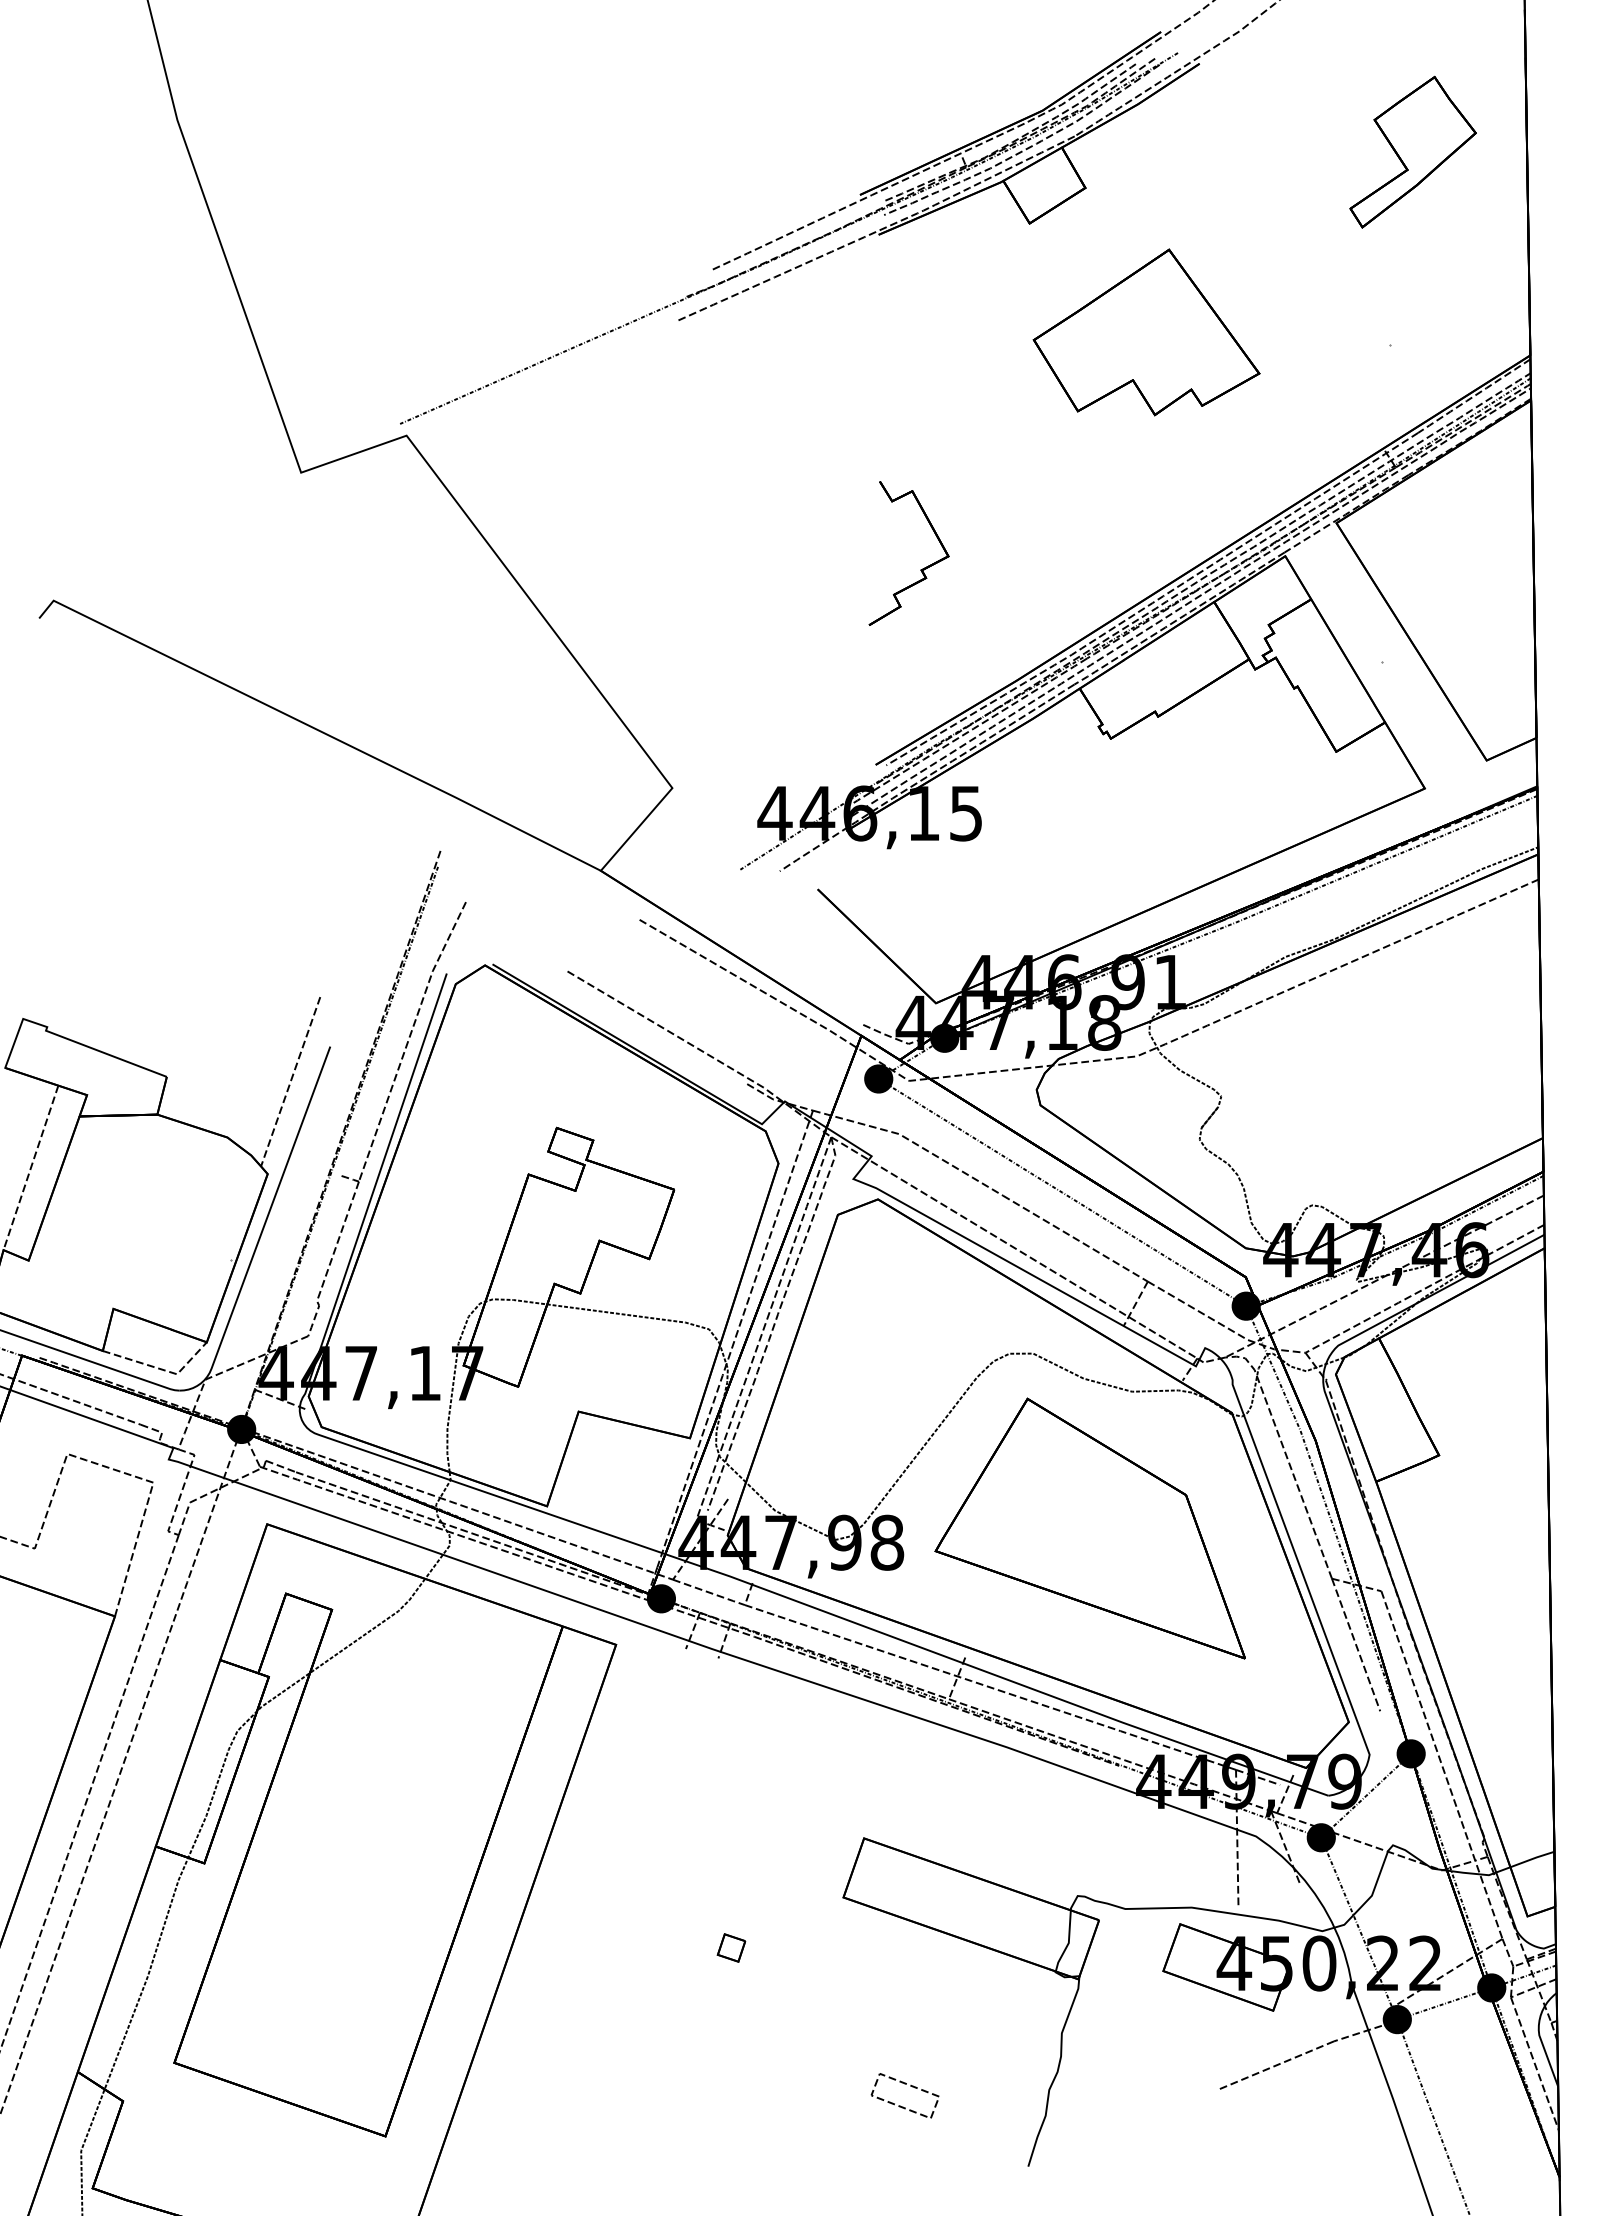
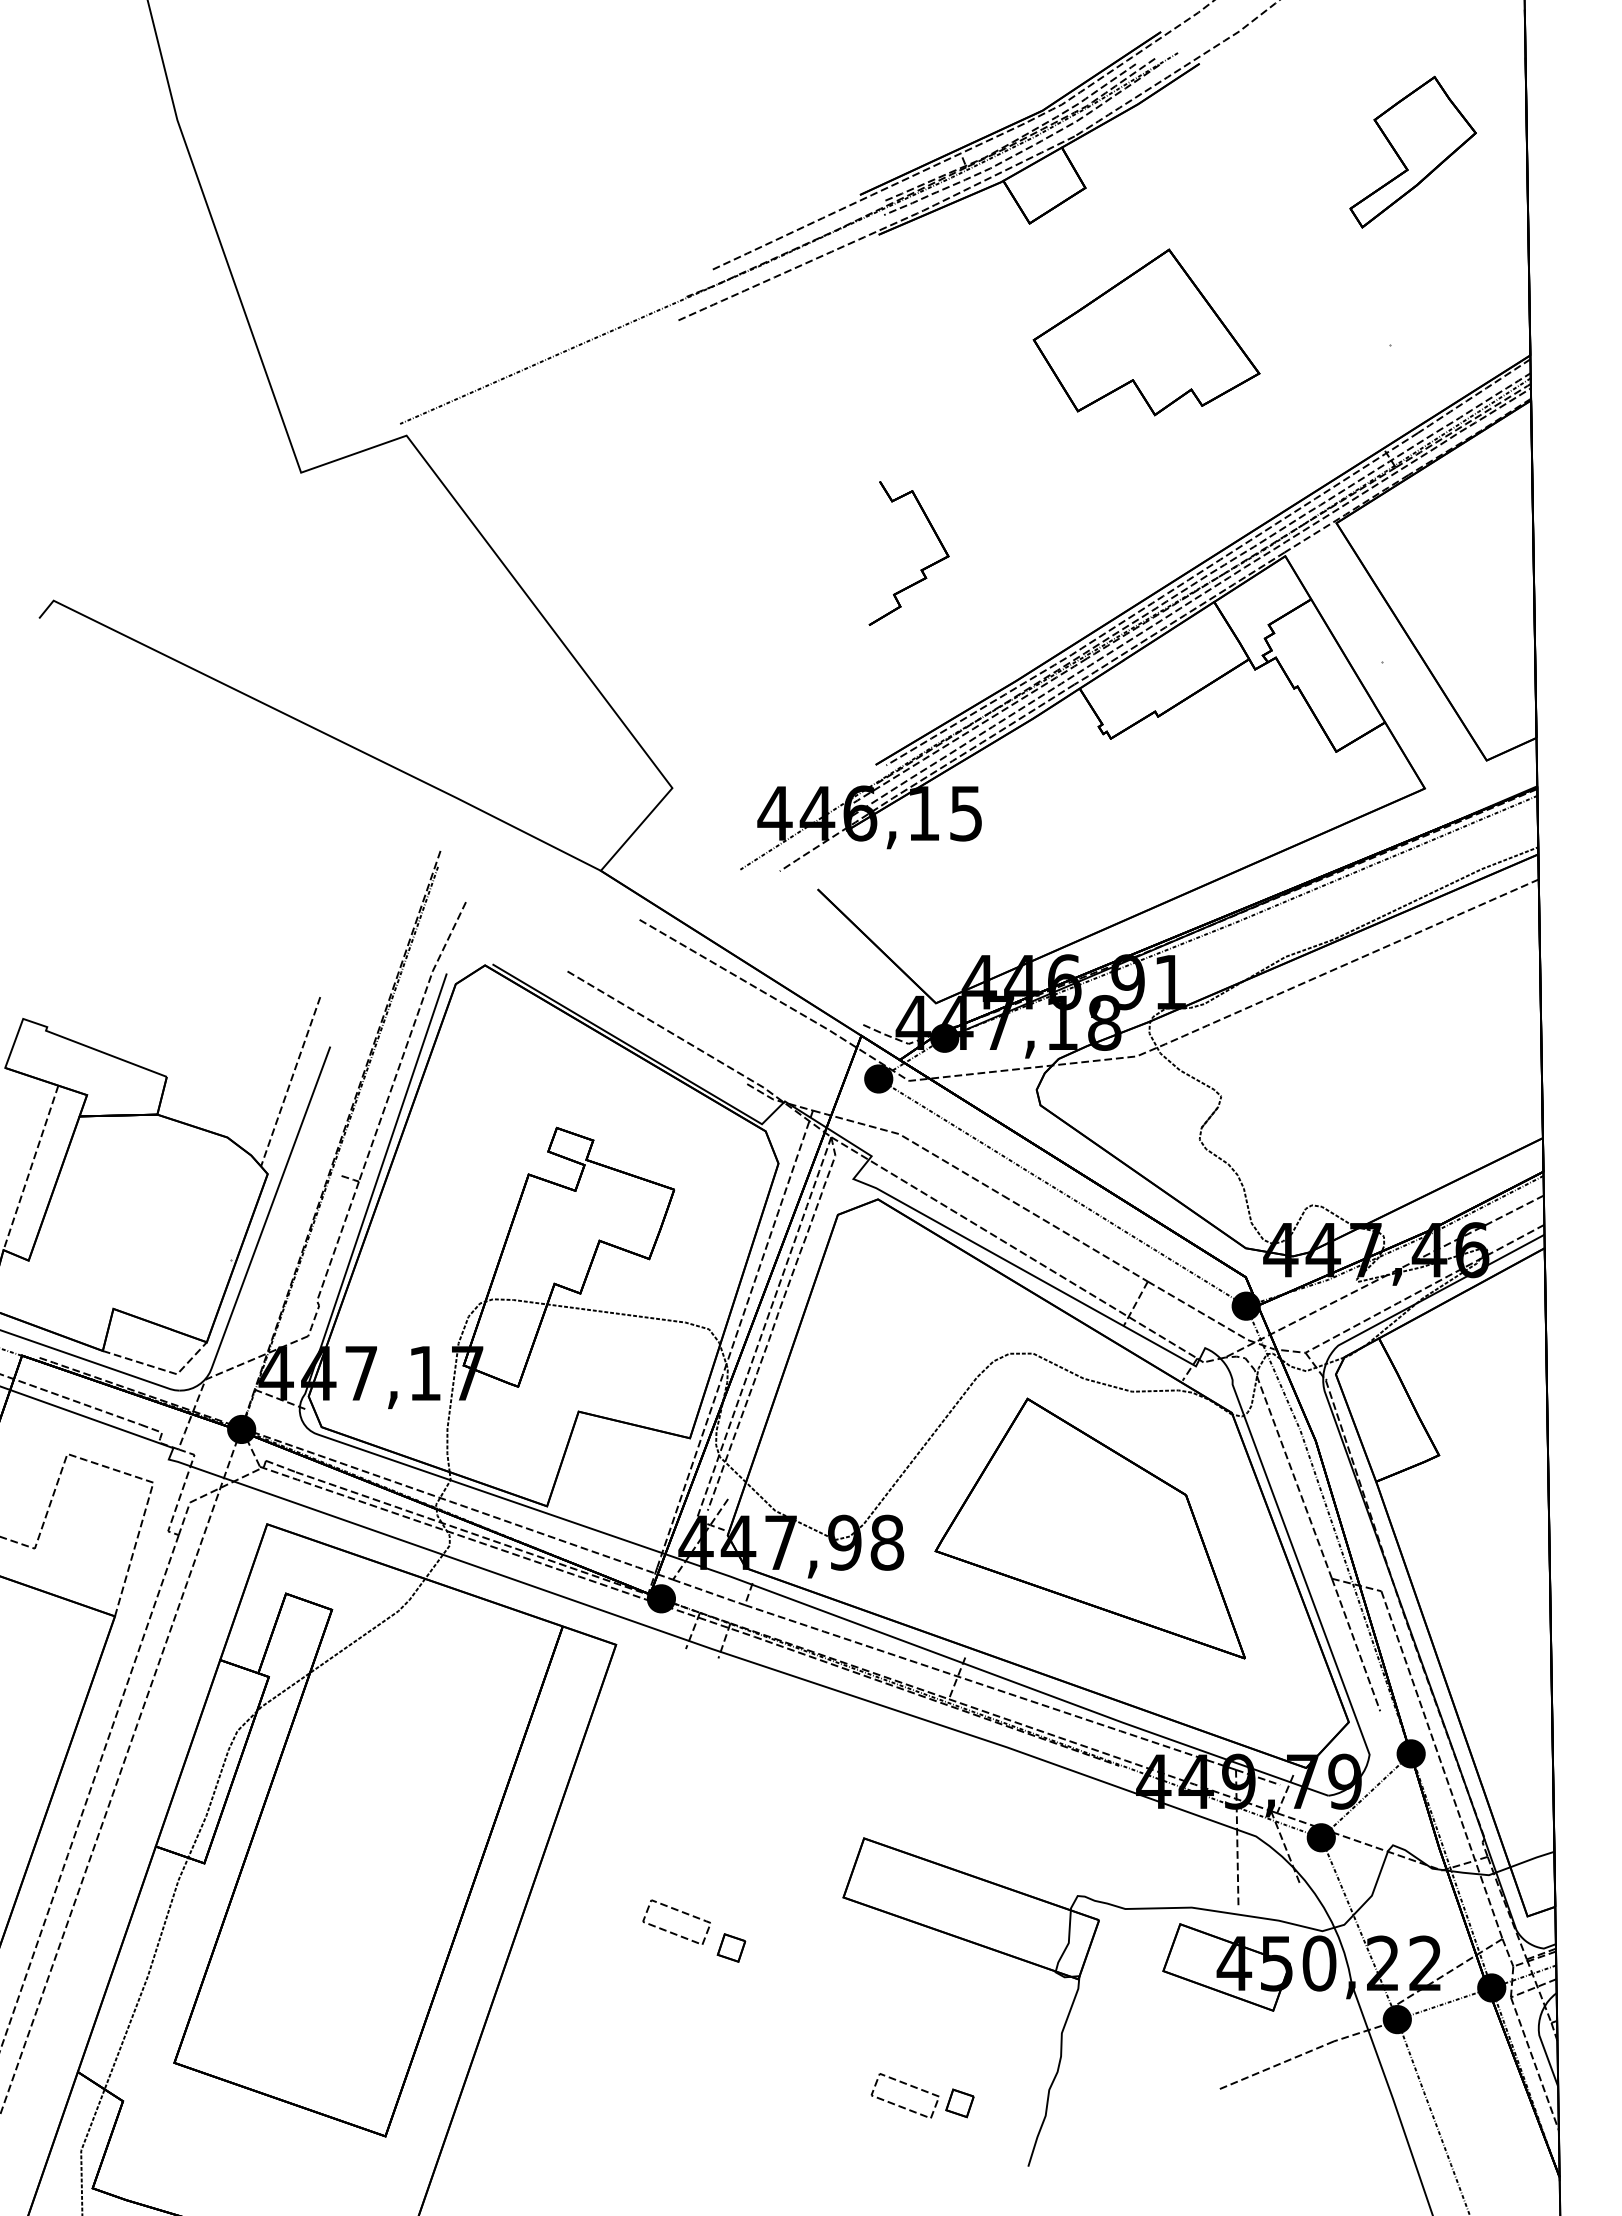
part at (682, 1913): none -> present
part at (959, 2103): none -> present
